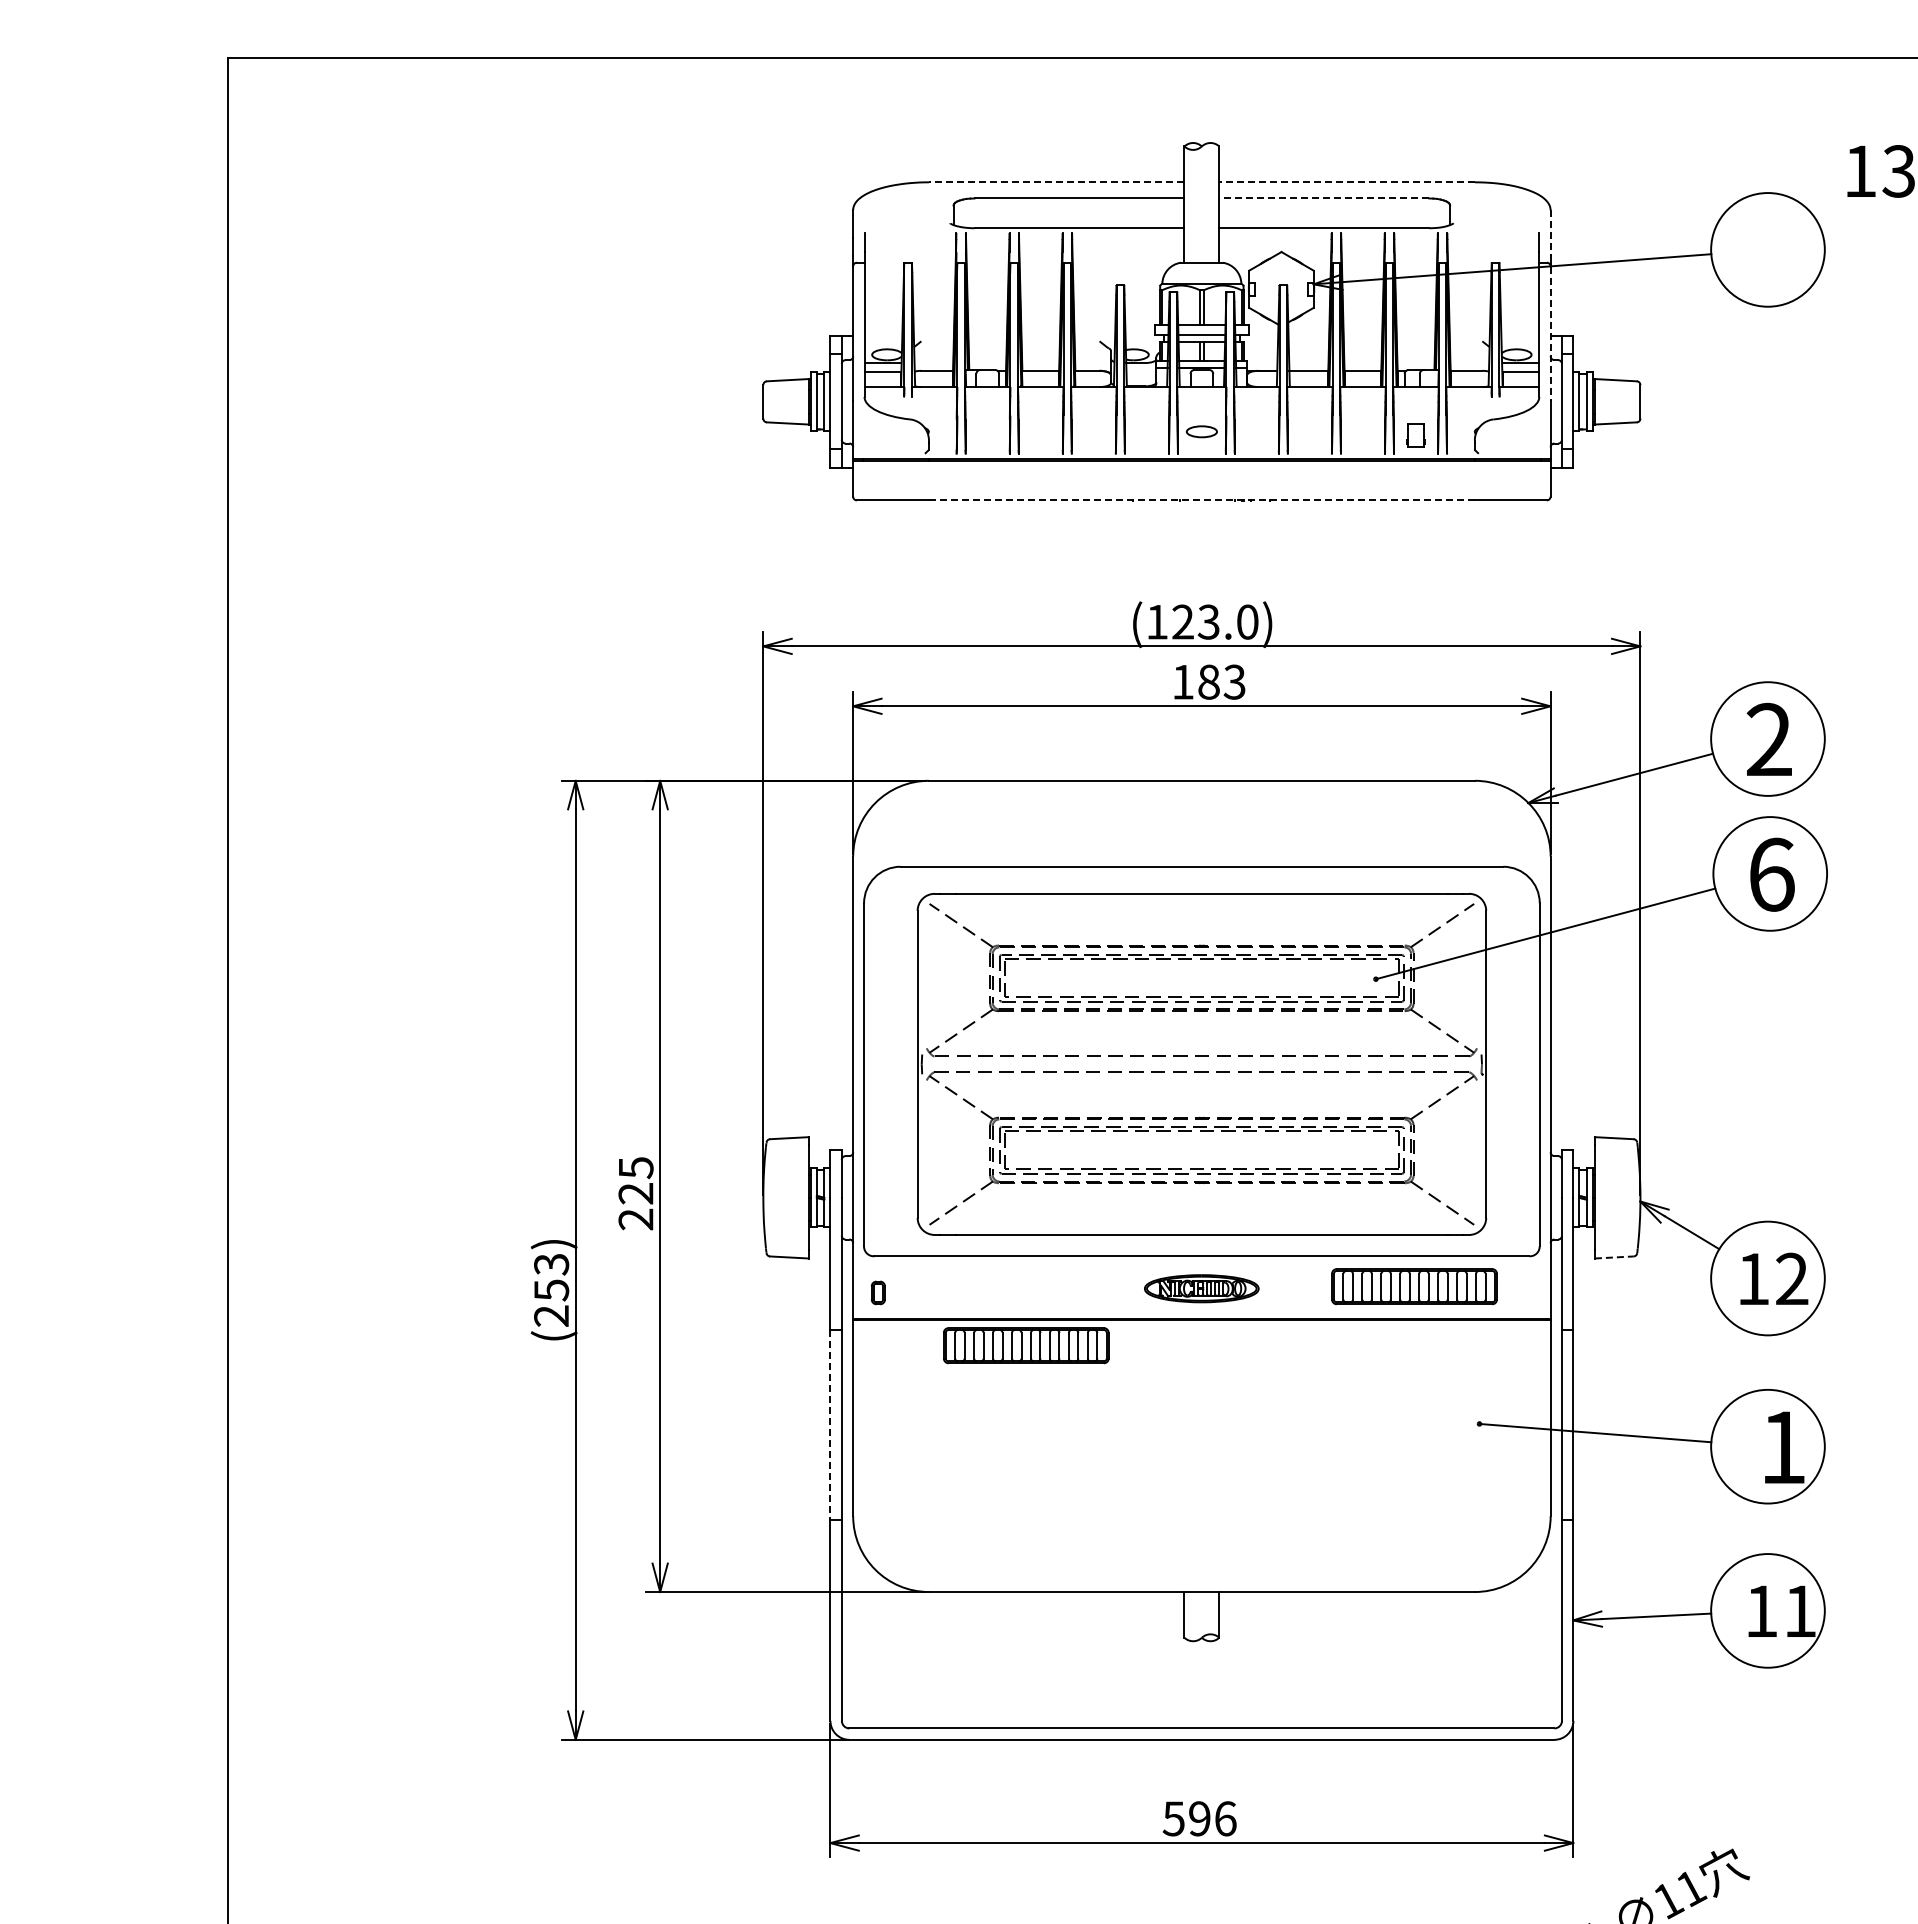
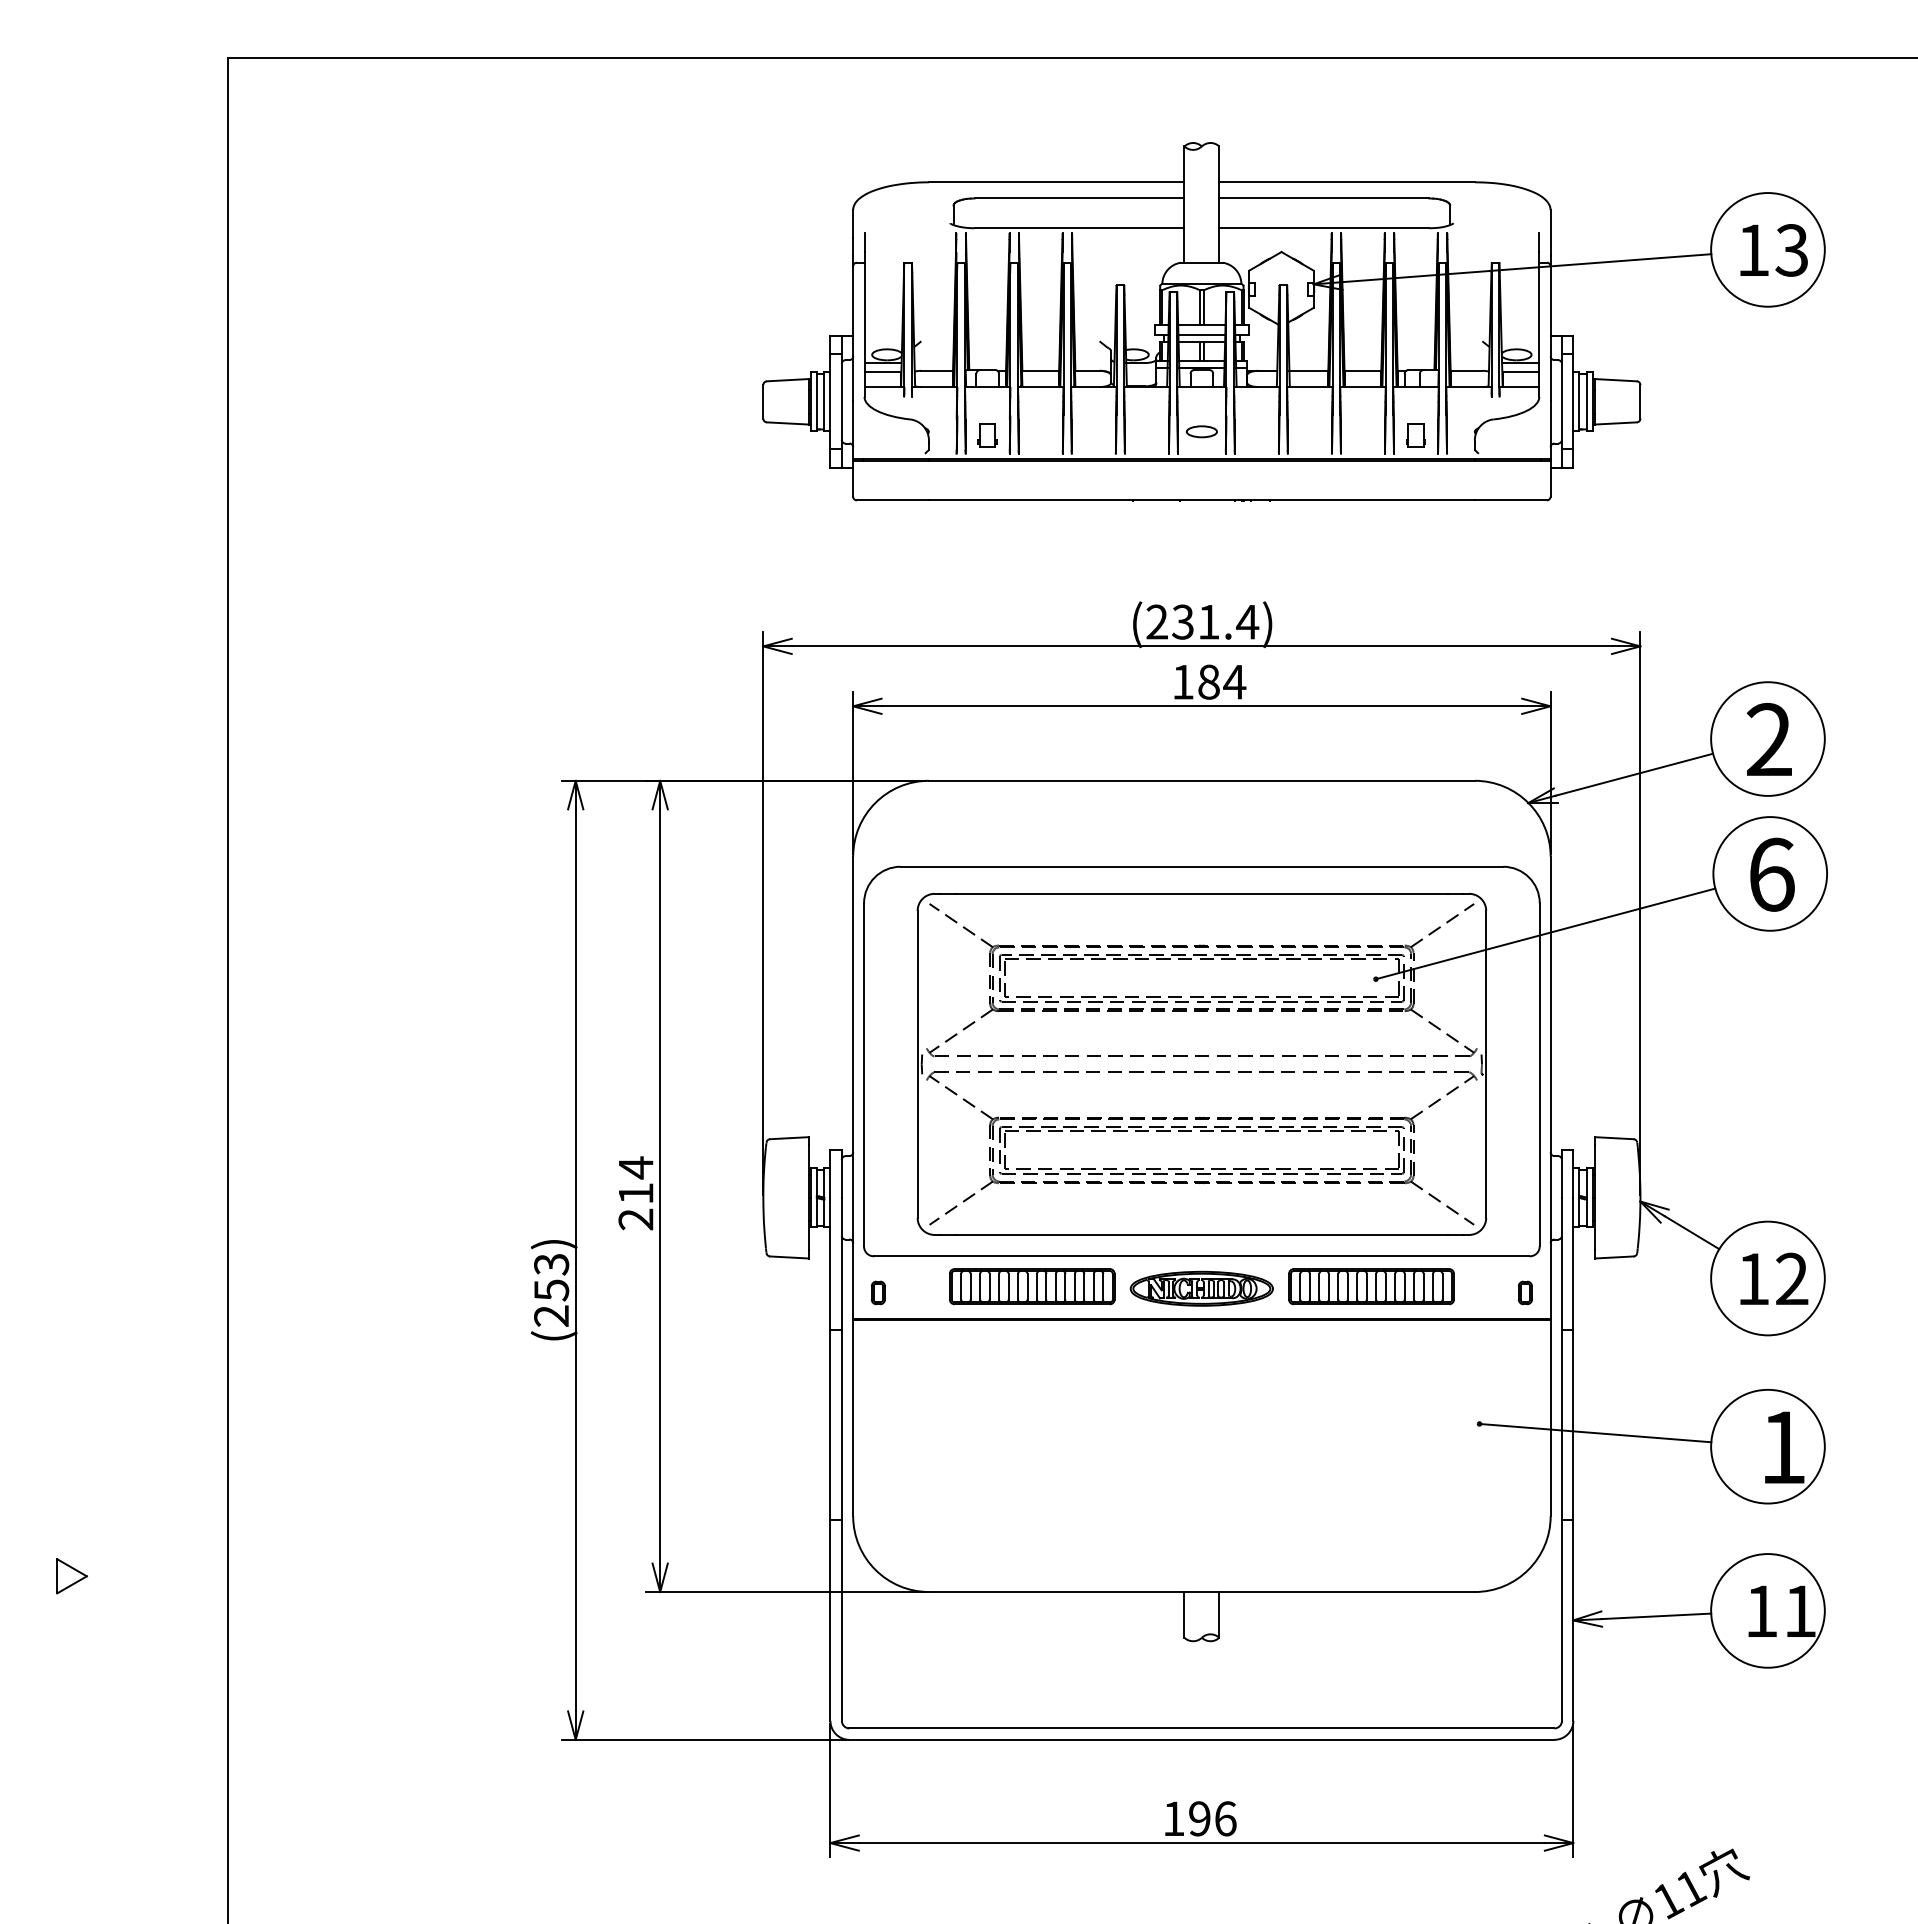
text at (1880, 171) position: (1880, 171) -> (1773, 250)
line at (1056, 182): dashed -> solid
line at (1347, 182): dashed -> solid
line at (1323, 198): dashed -> solid
line at (1550, 233): dashed -> solid
line at (1550, 334): dashed -> solid
part at (987, 435): none -> present
line at (1201, 500): dashed -> solid
text at (1202, 621): (123.0) -> (231.4)
text at (1234, 681): 183 -> 184
text at (635, 1180): 225 -> 214
line at (1614, 1257): dashed -> solid
part at (1414, 1286) position: (1414, 1286) -> (1371, 1286)
part at (1201, 1288) size: 116x30 px -> 145x37 px
part at (1524, 1292): none -> present
part at (1026, 1345) position: (1026, 1345) -> (1032, 1286)
line at (830, 1425): dashed -> solid
part at (71, 1576): none -> present
text at (1173, 1818): 596 -> 196
